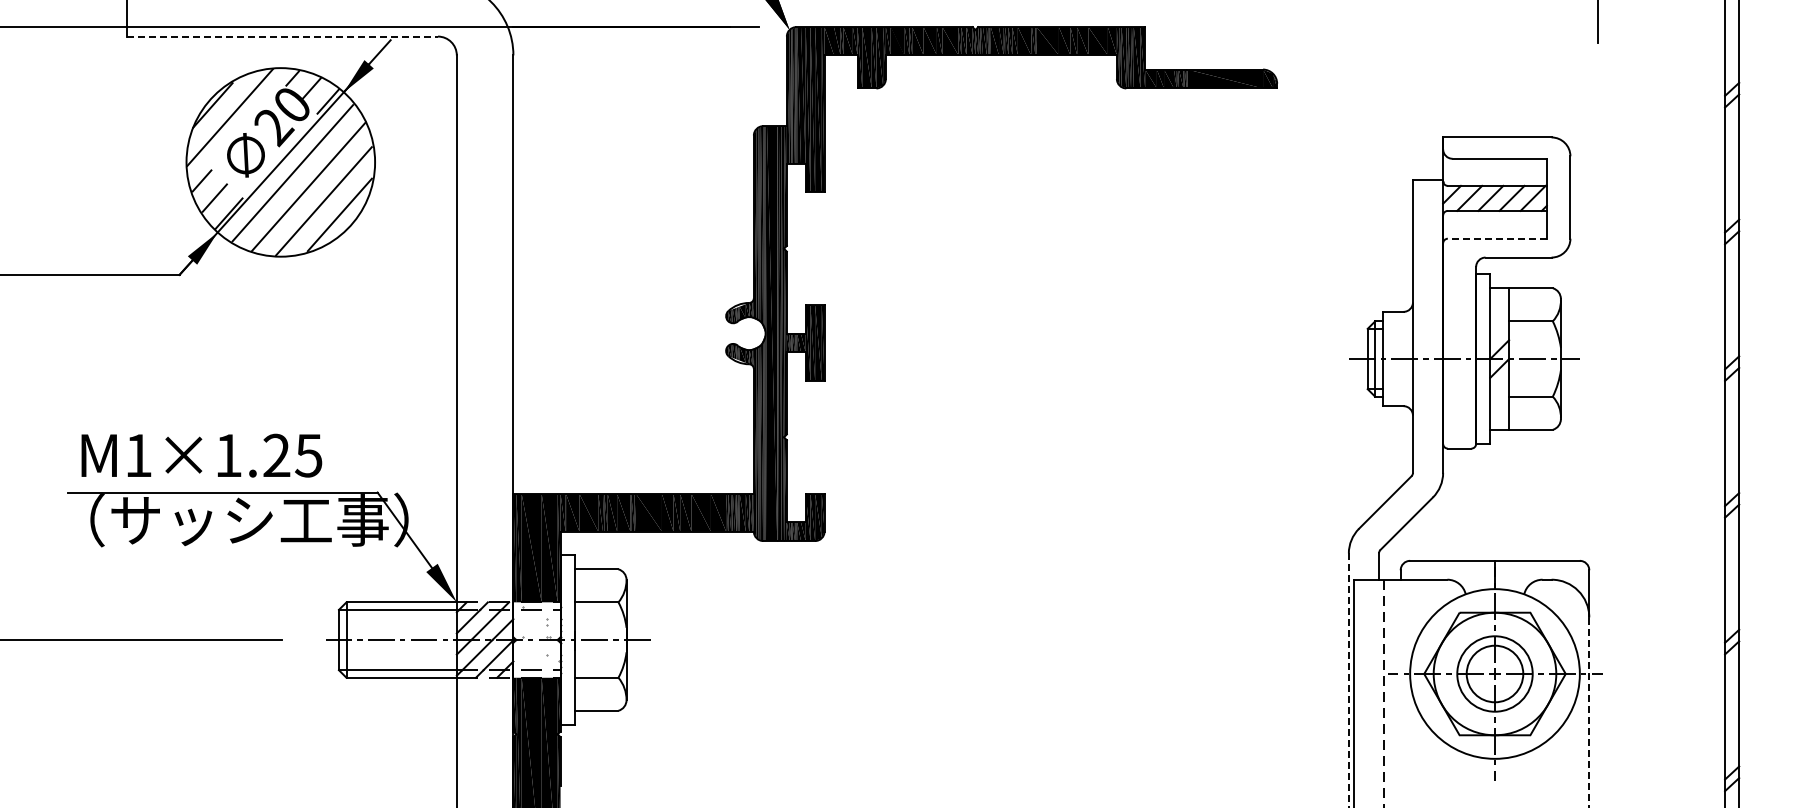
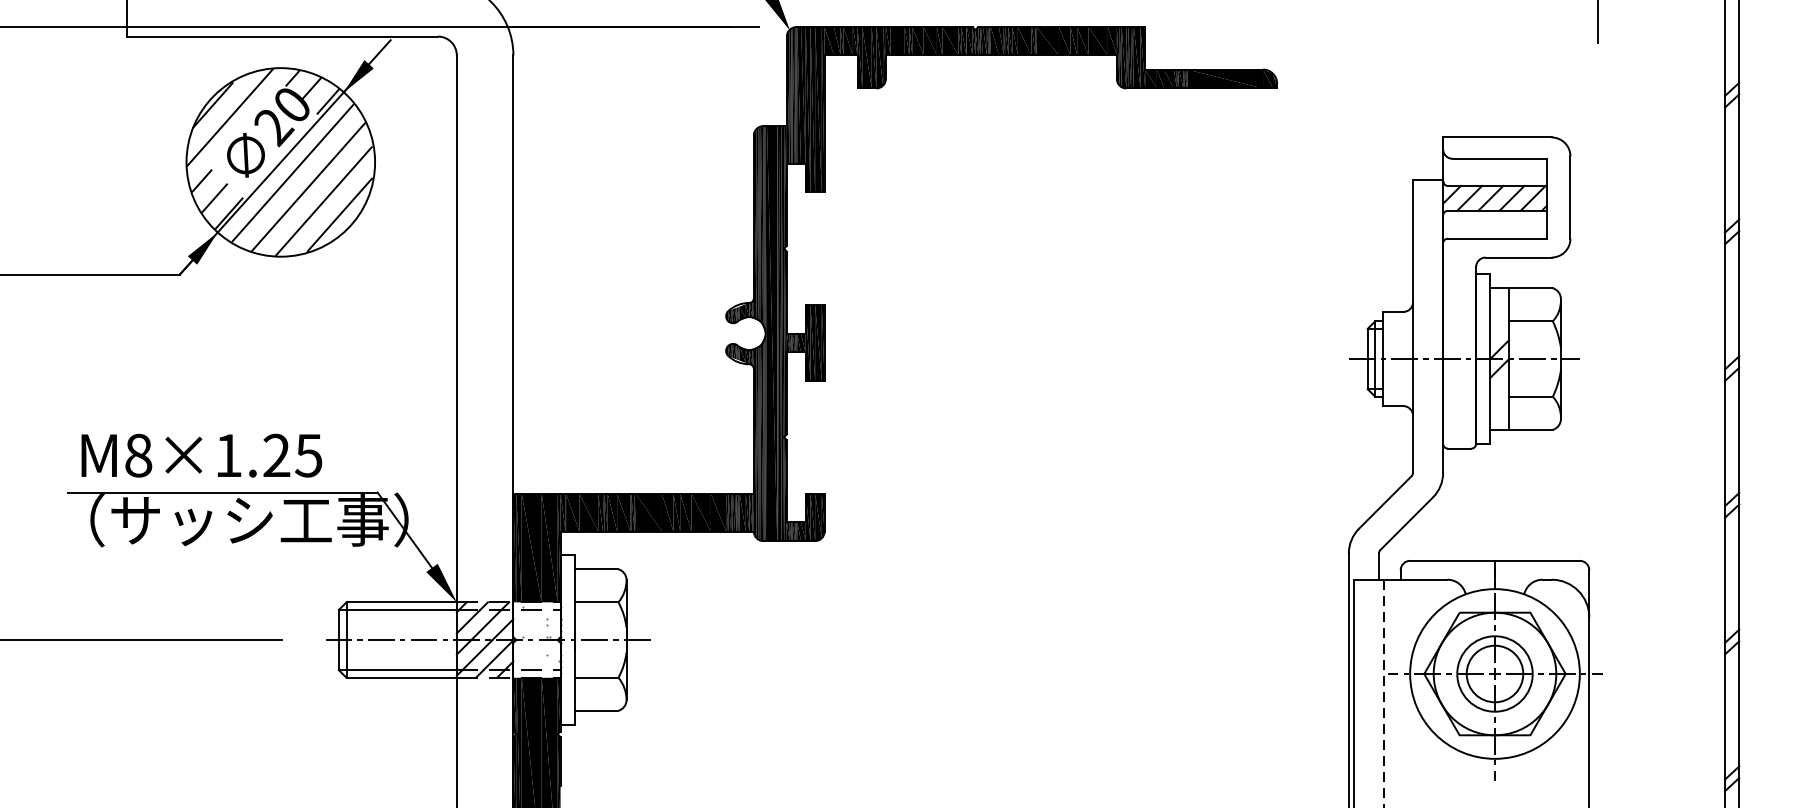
line at (282, 36): dashed -> solid
line at (1497, 238): dashed -> solid
text at (138, 455): M1×1.25 -> M8×1.25
line at (1348, 681): dashed -> solid
line at (1589, 712): dashed -> solid
